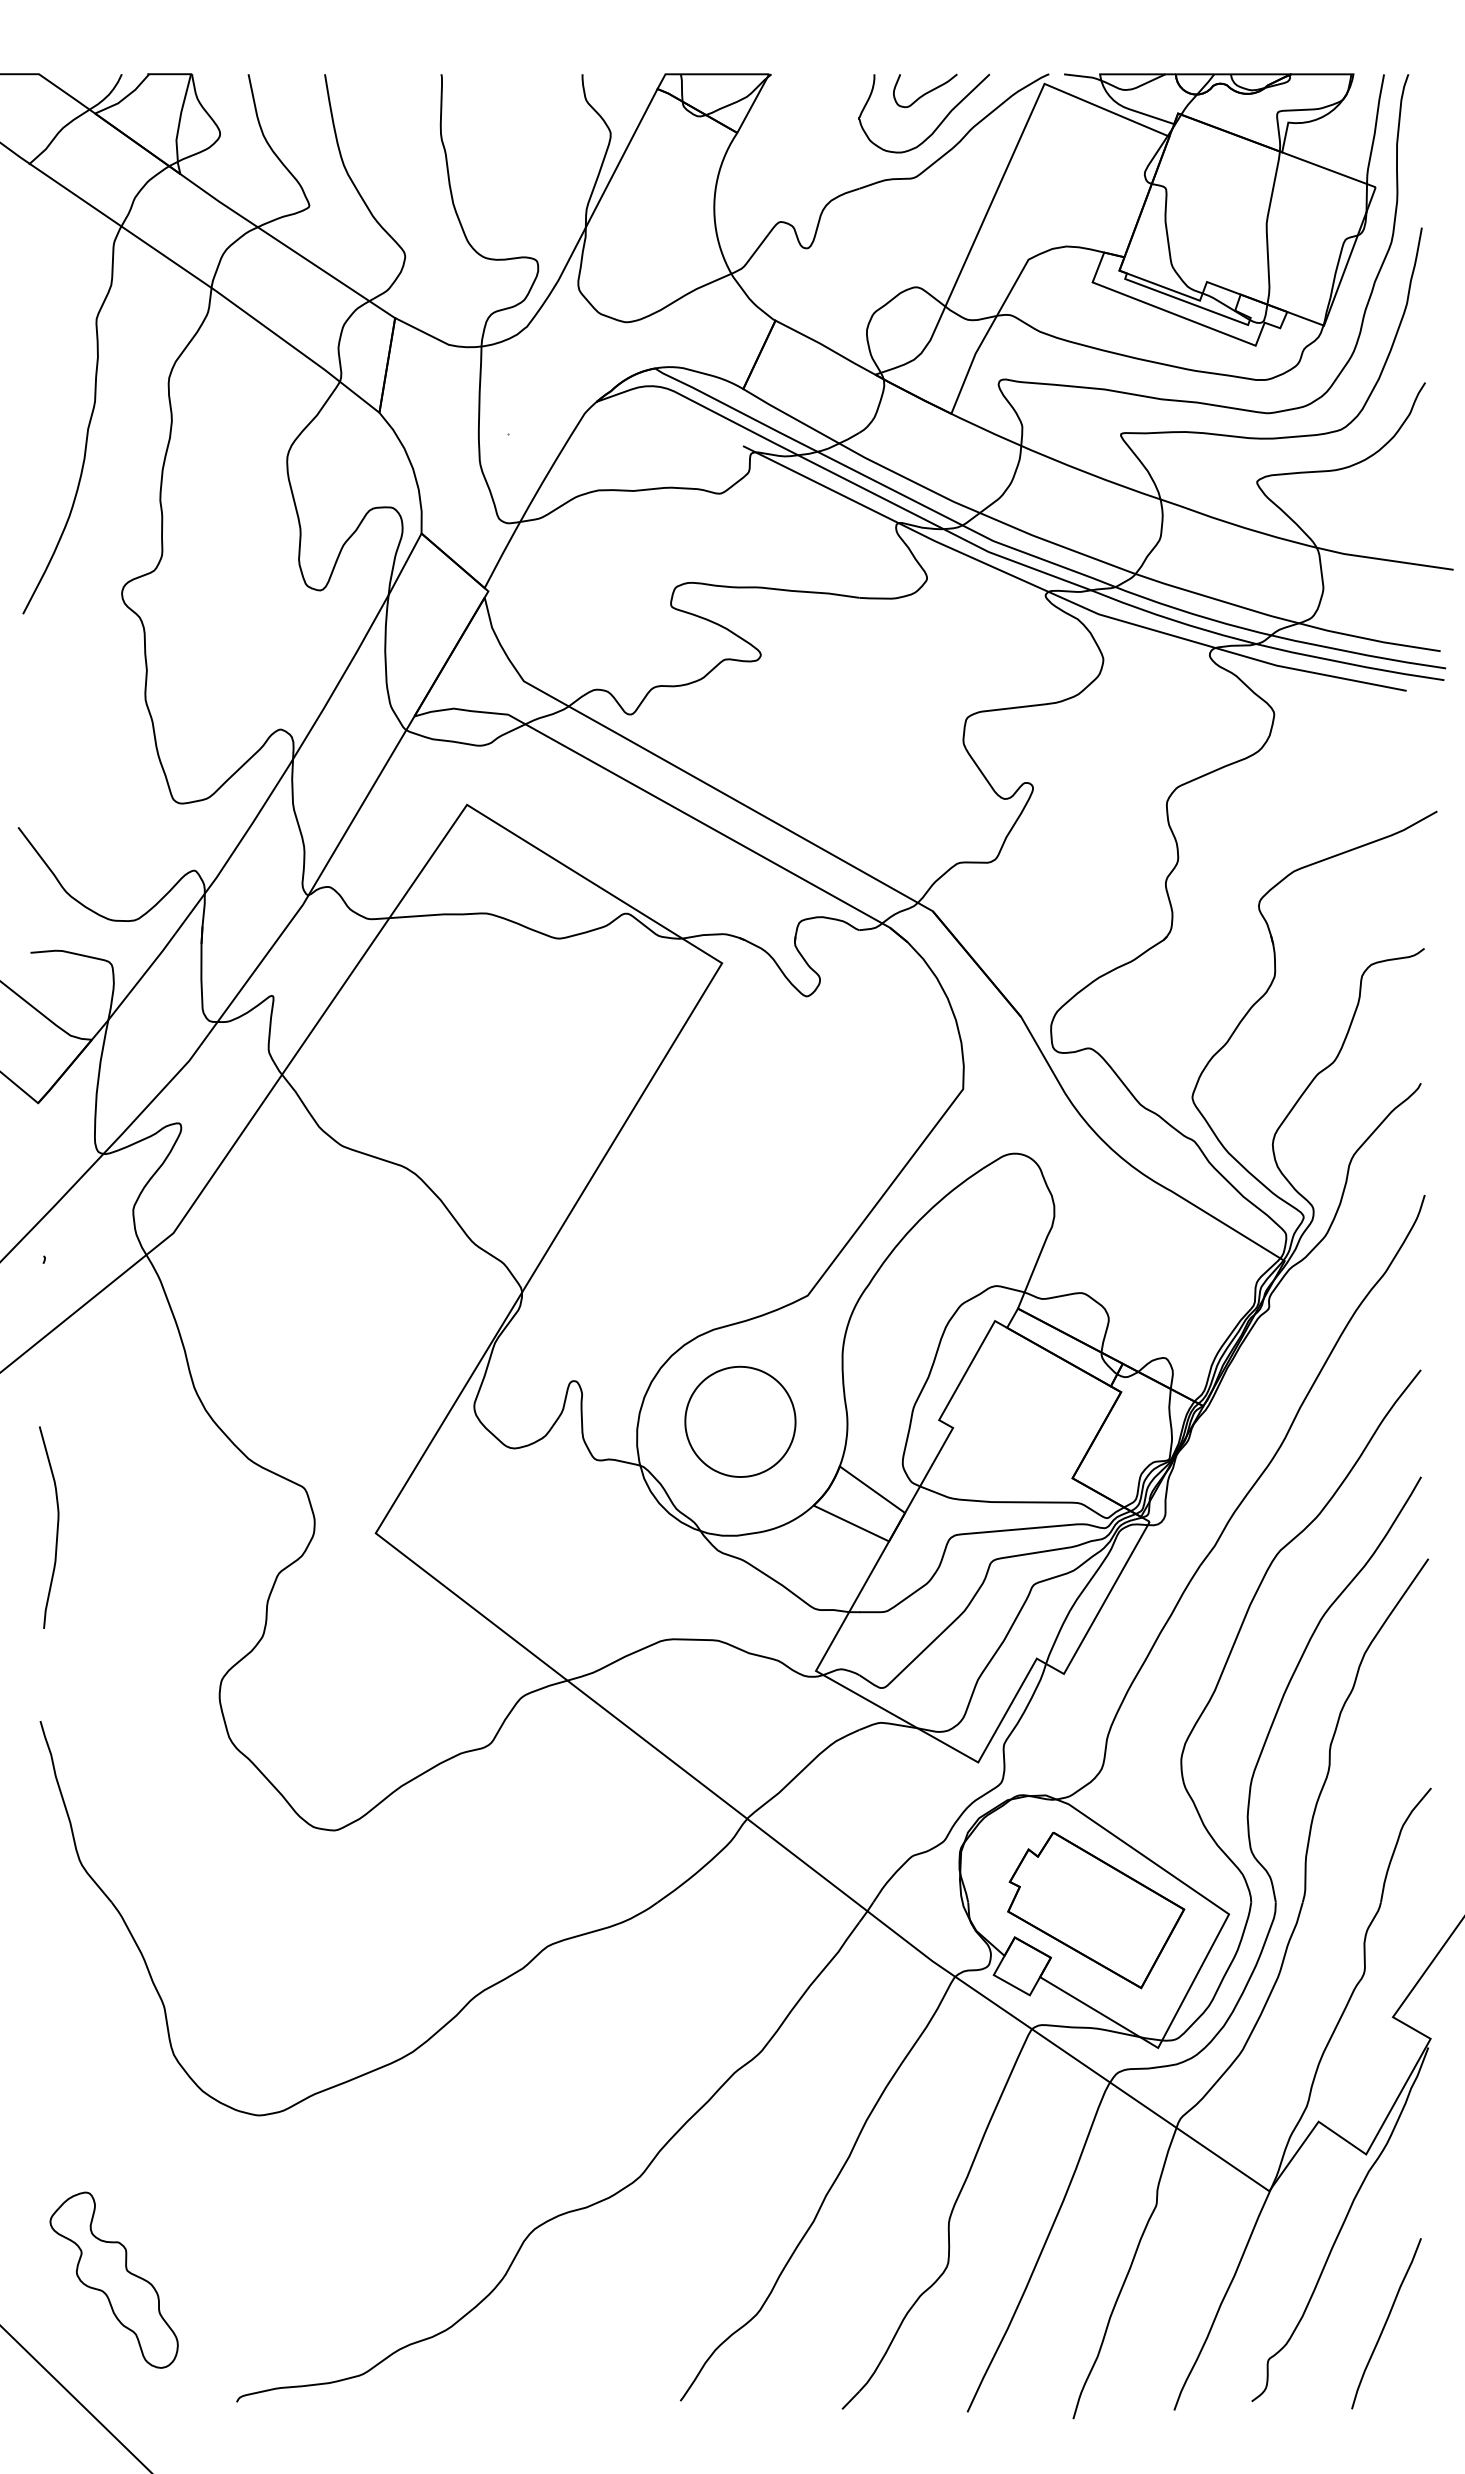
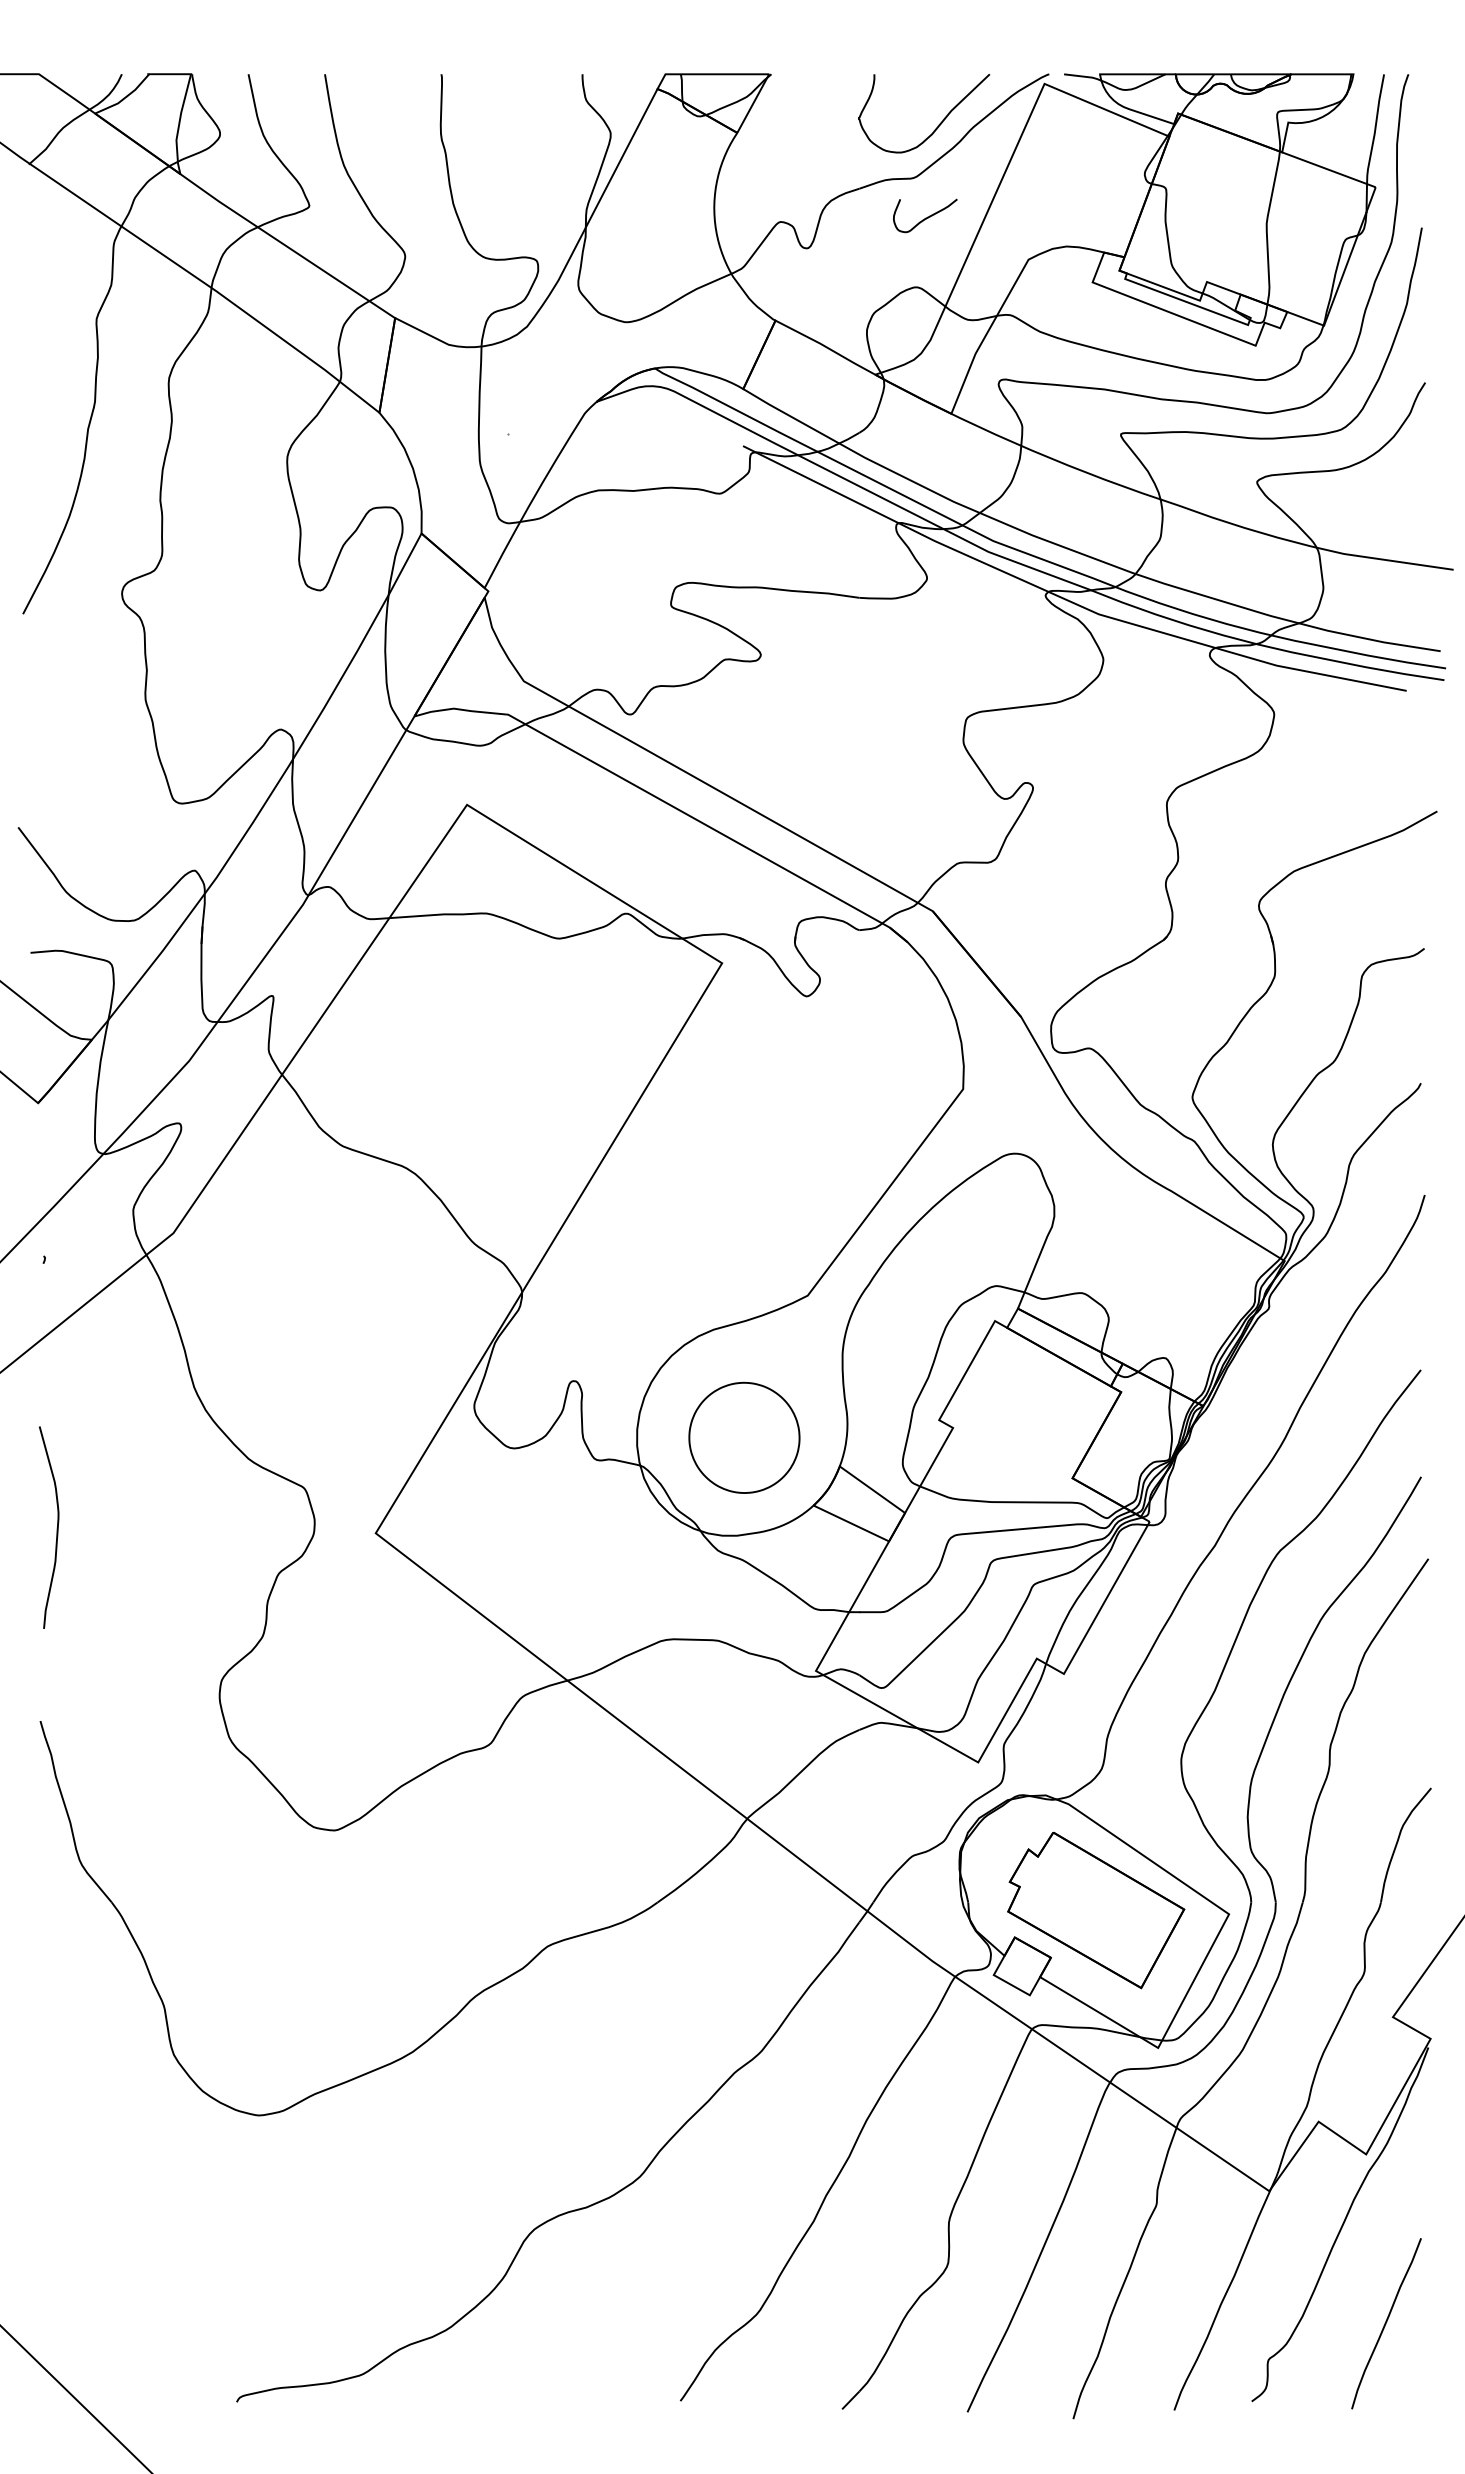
curve at (925, 92) position: (925, 92) -> (925, 217)
part at (740, 1421) position: (740, 1421) -> (744, 1437)
part at (113, 2279): present -> none
